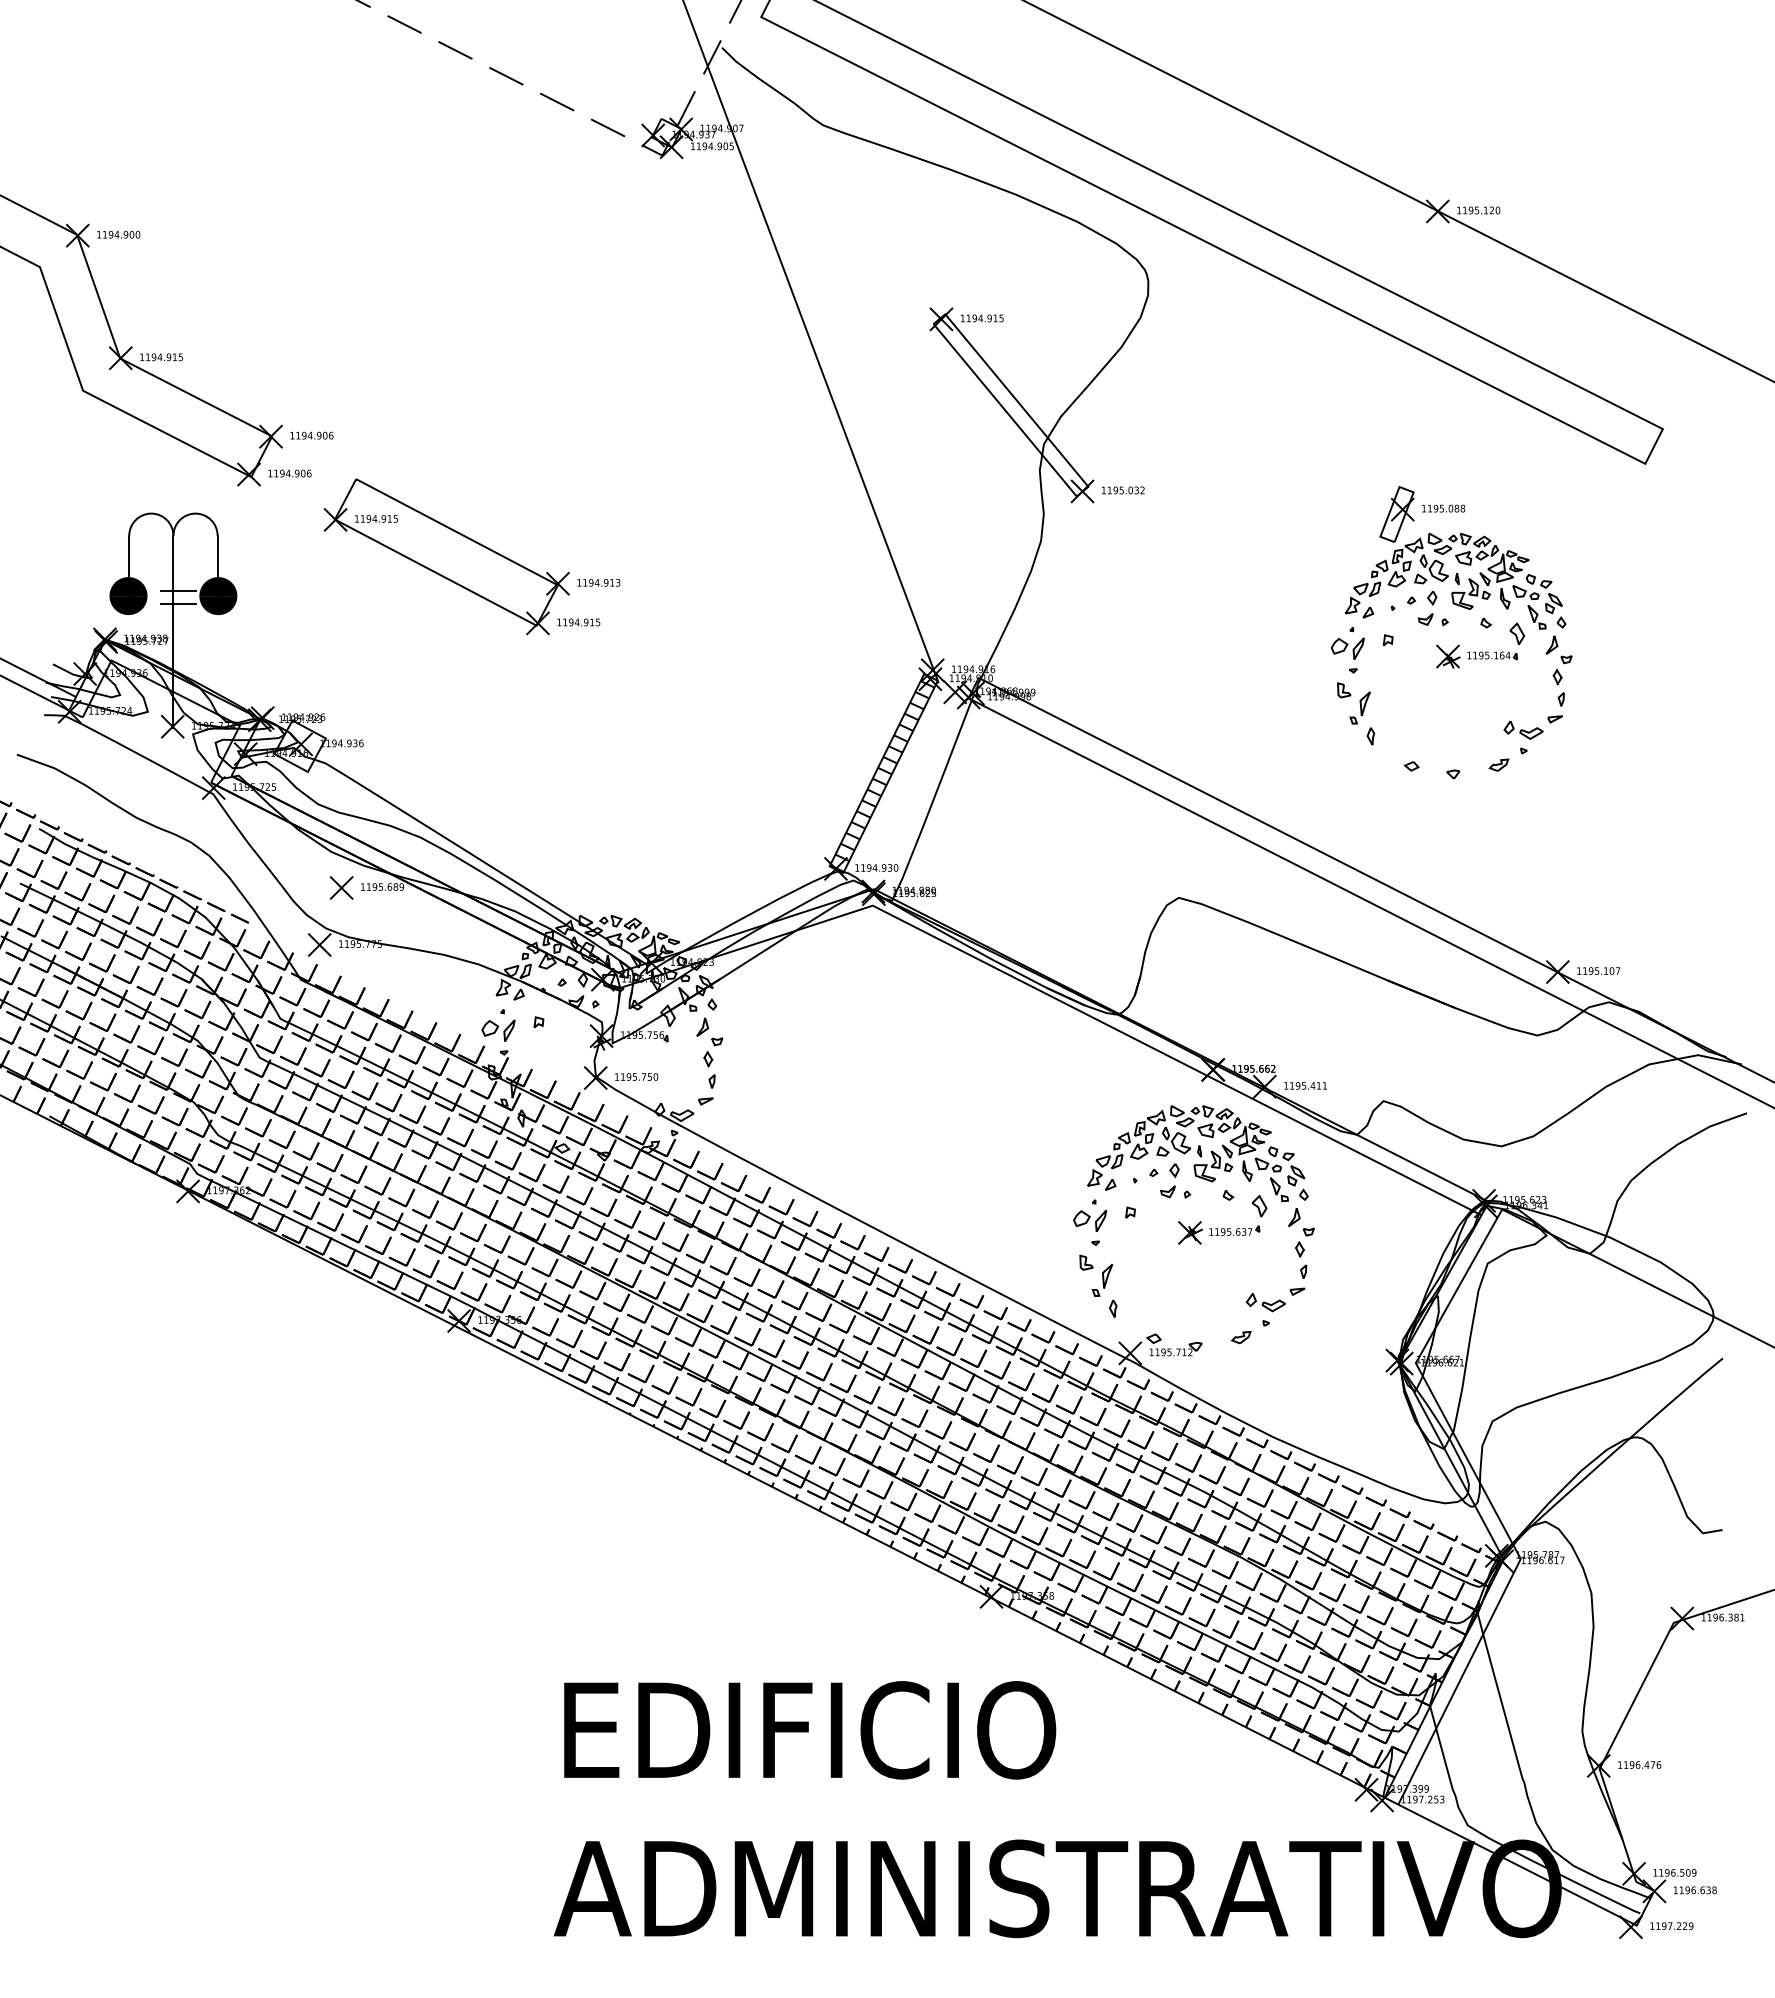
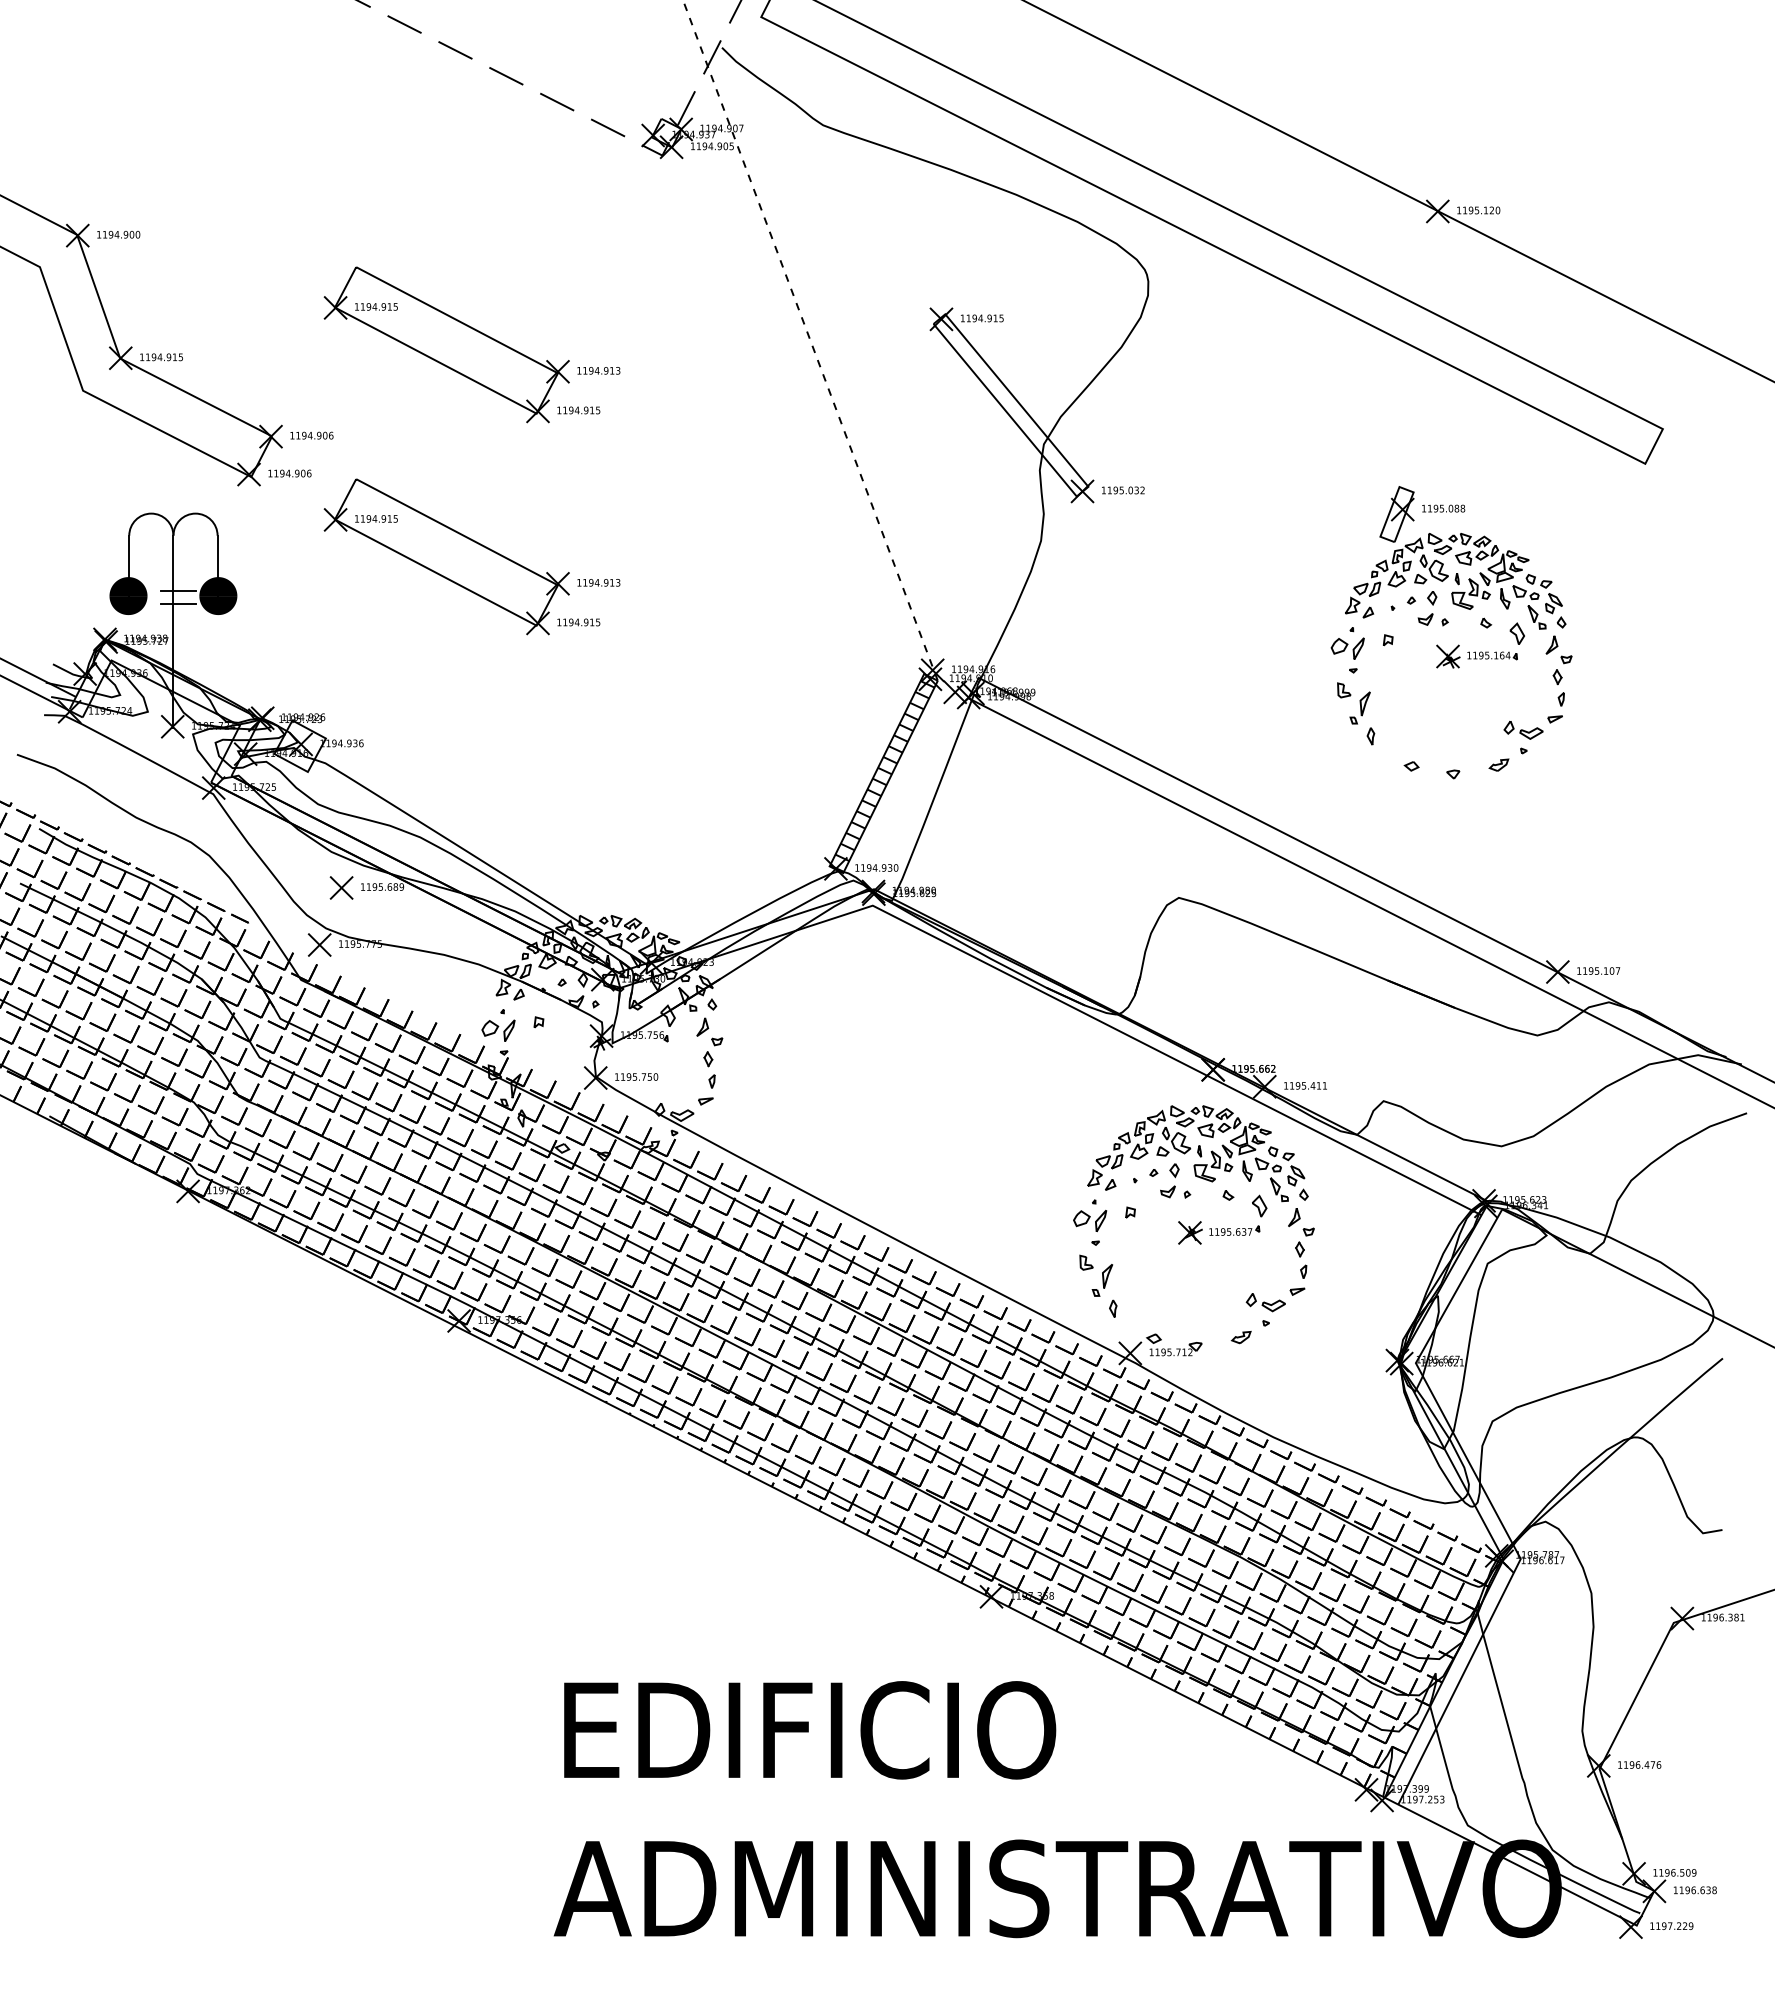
line at (811, 342): solid -> dashed
part at (471, 344): none -> present
